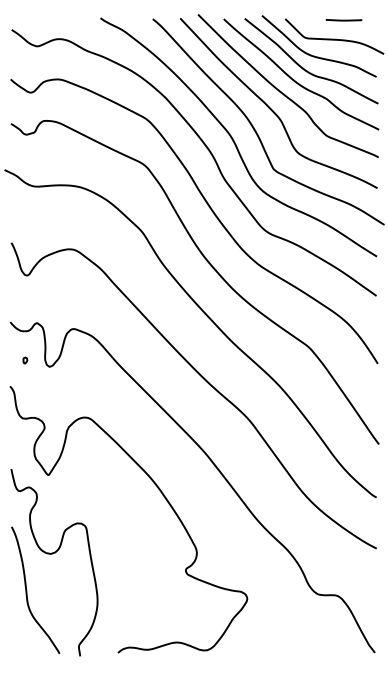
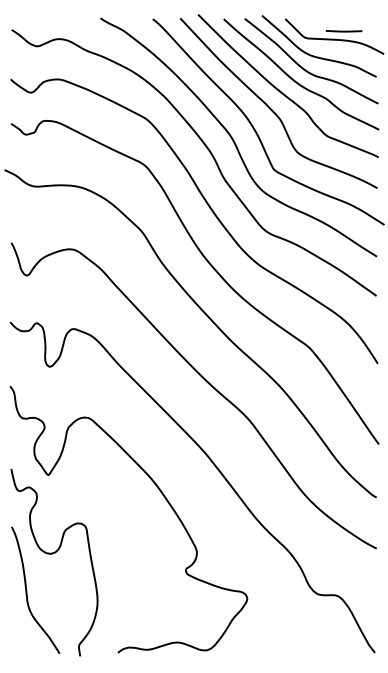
line at (343, 20) position: (343, 20) -> (343, 31)
part at (25, 360): present -> none
